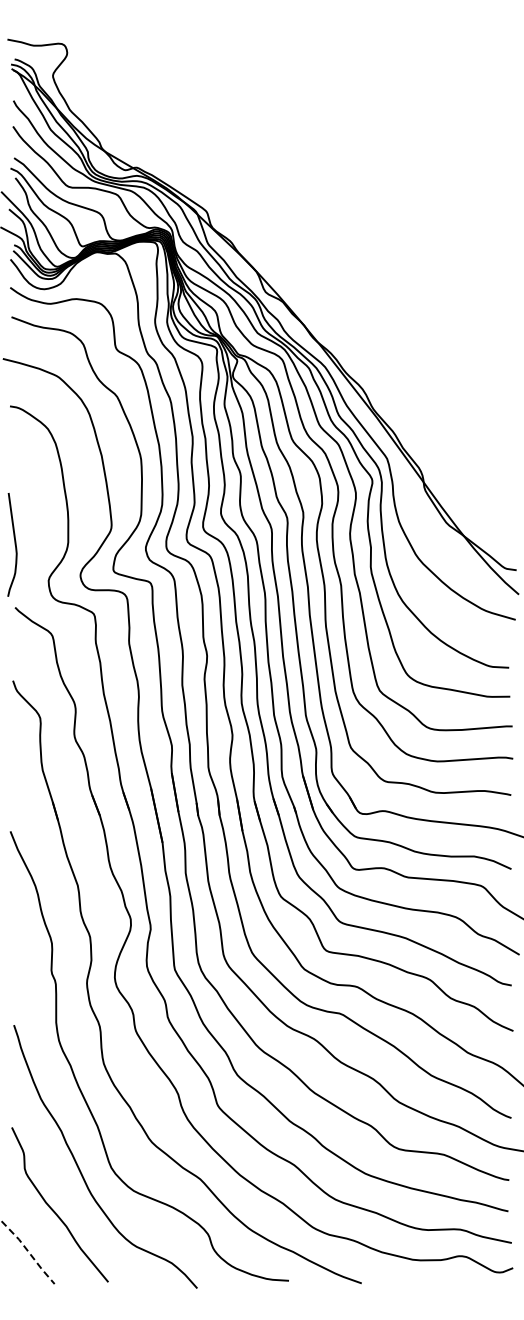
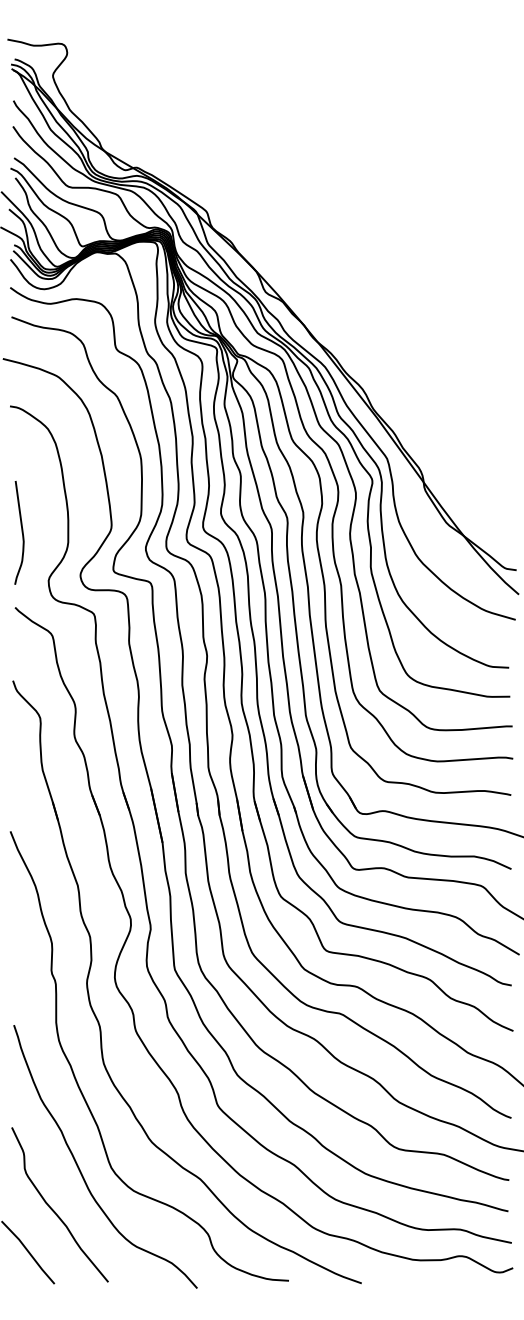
curve at (14, 544) position: (14, 544) -> (21, 532)
line at (28, 1252): dashed -> solid
